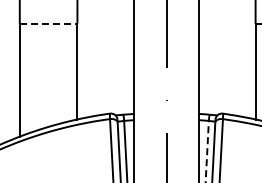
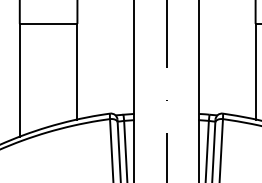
line at (48, 23): dashed -> solid
line at (207, 151): dashed -> solid
